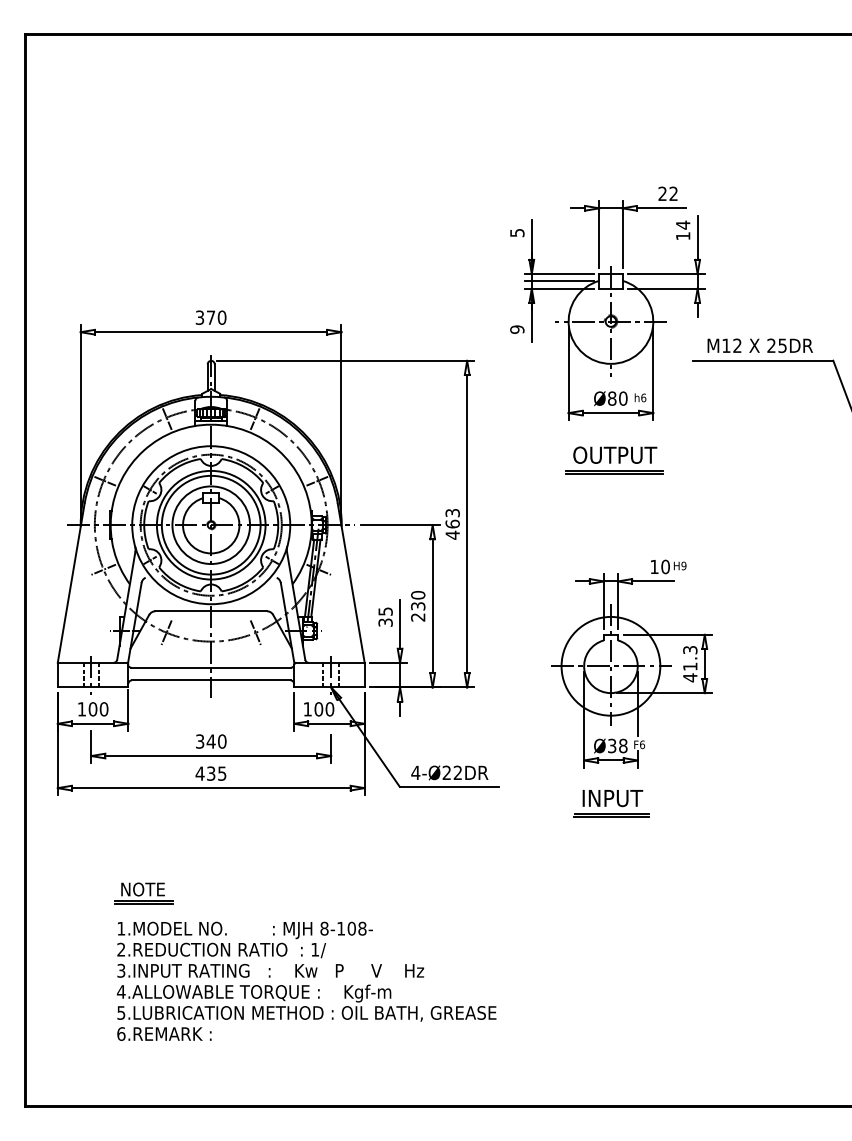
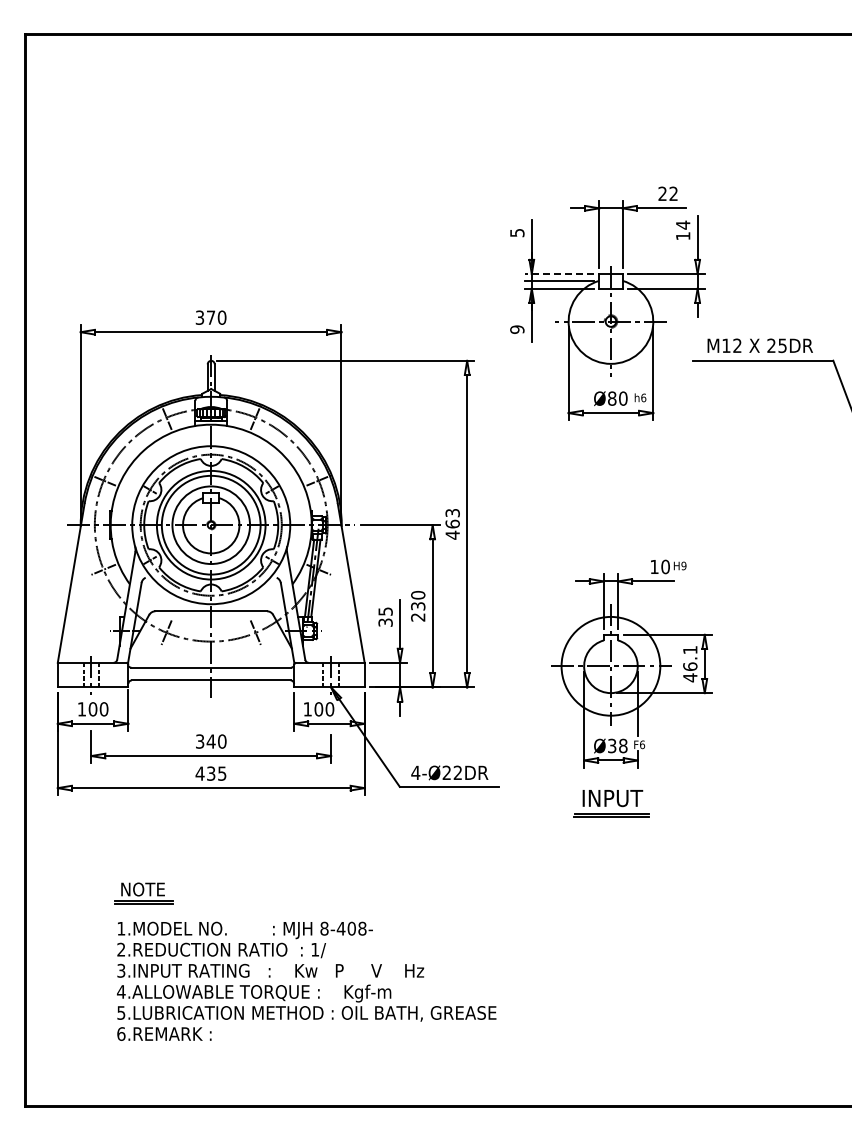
line at (558, 273): solid -> dashed
part at (614, 460): present -> none
text at (690, 658): 41.3 -> 46.1
text at (340, 928): 8-108- -> 8-408-
